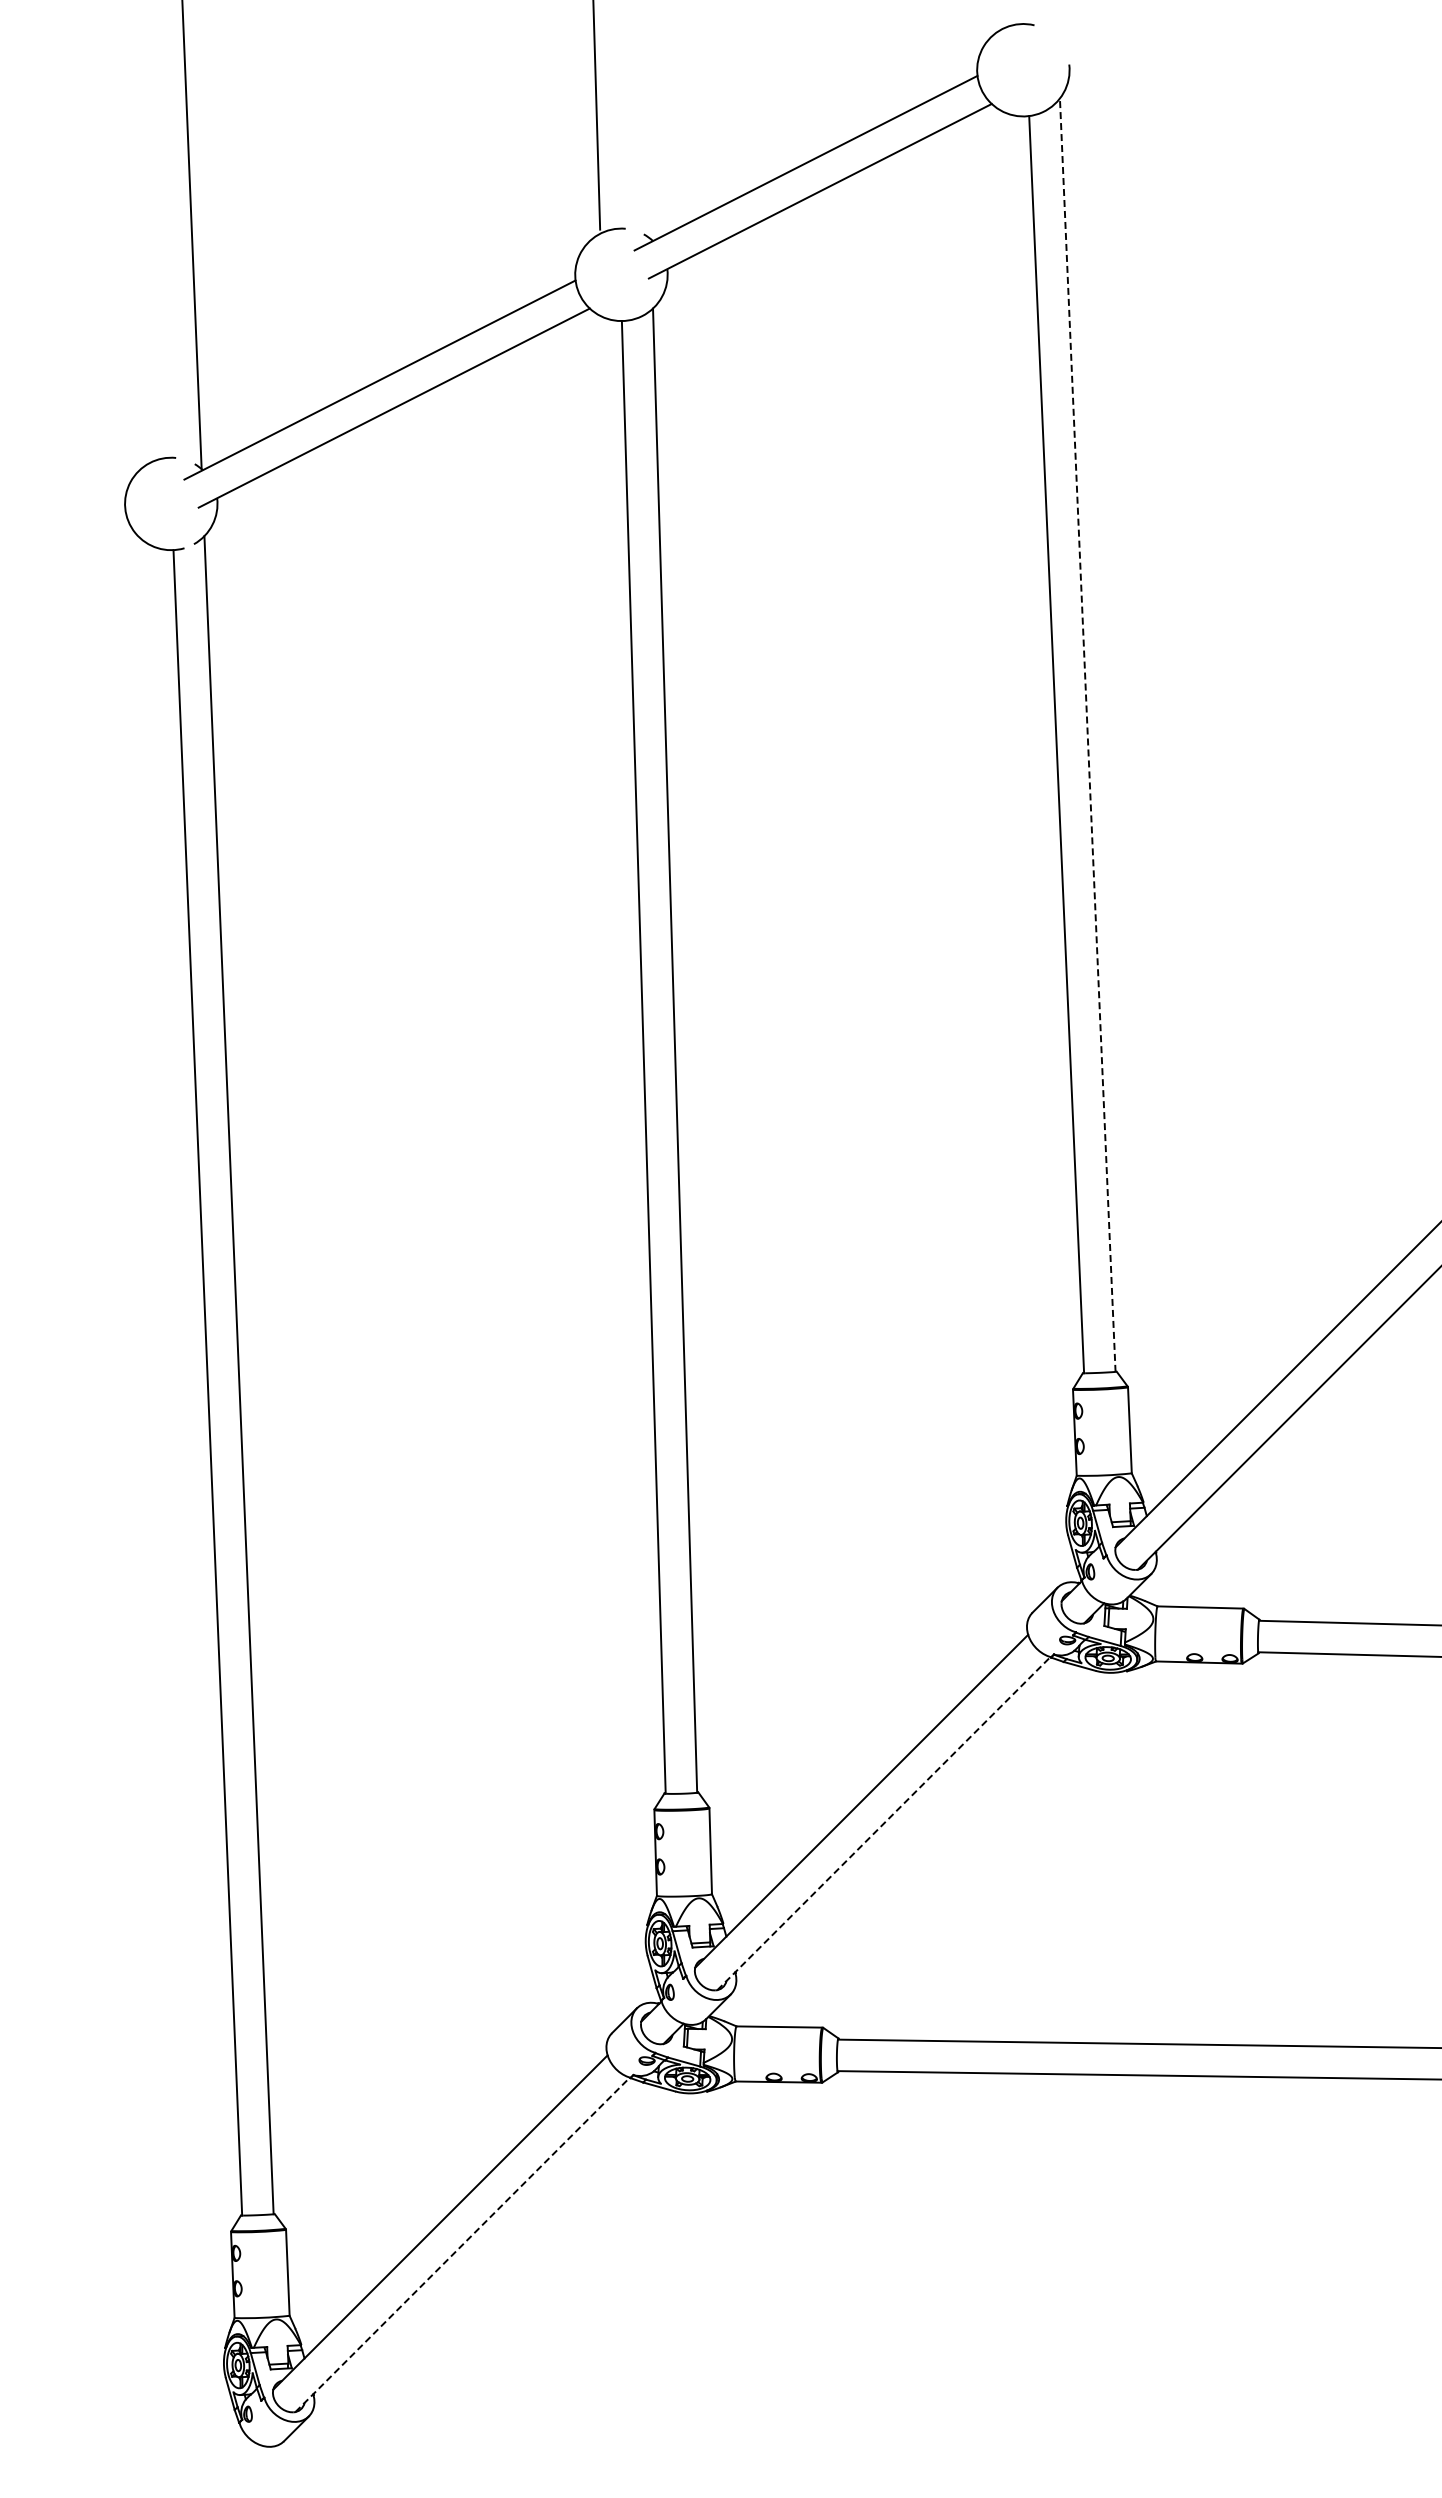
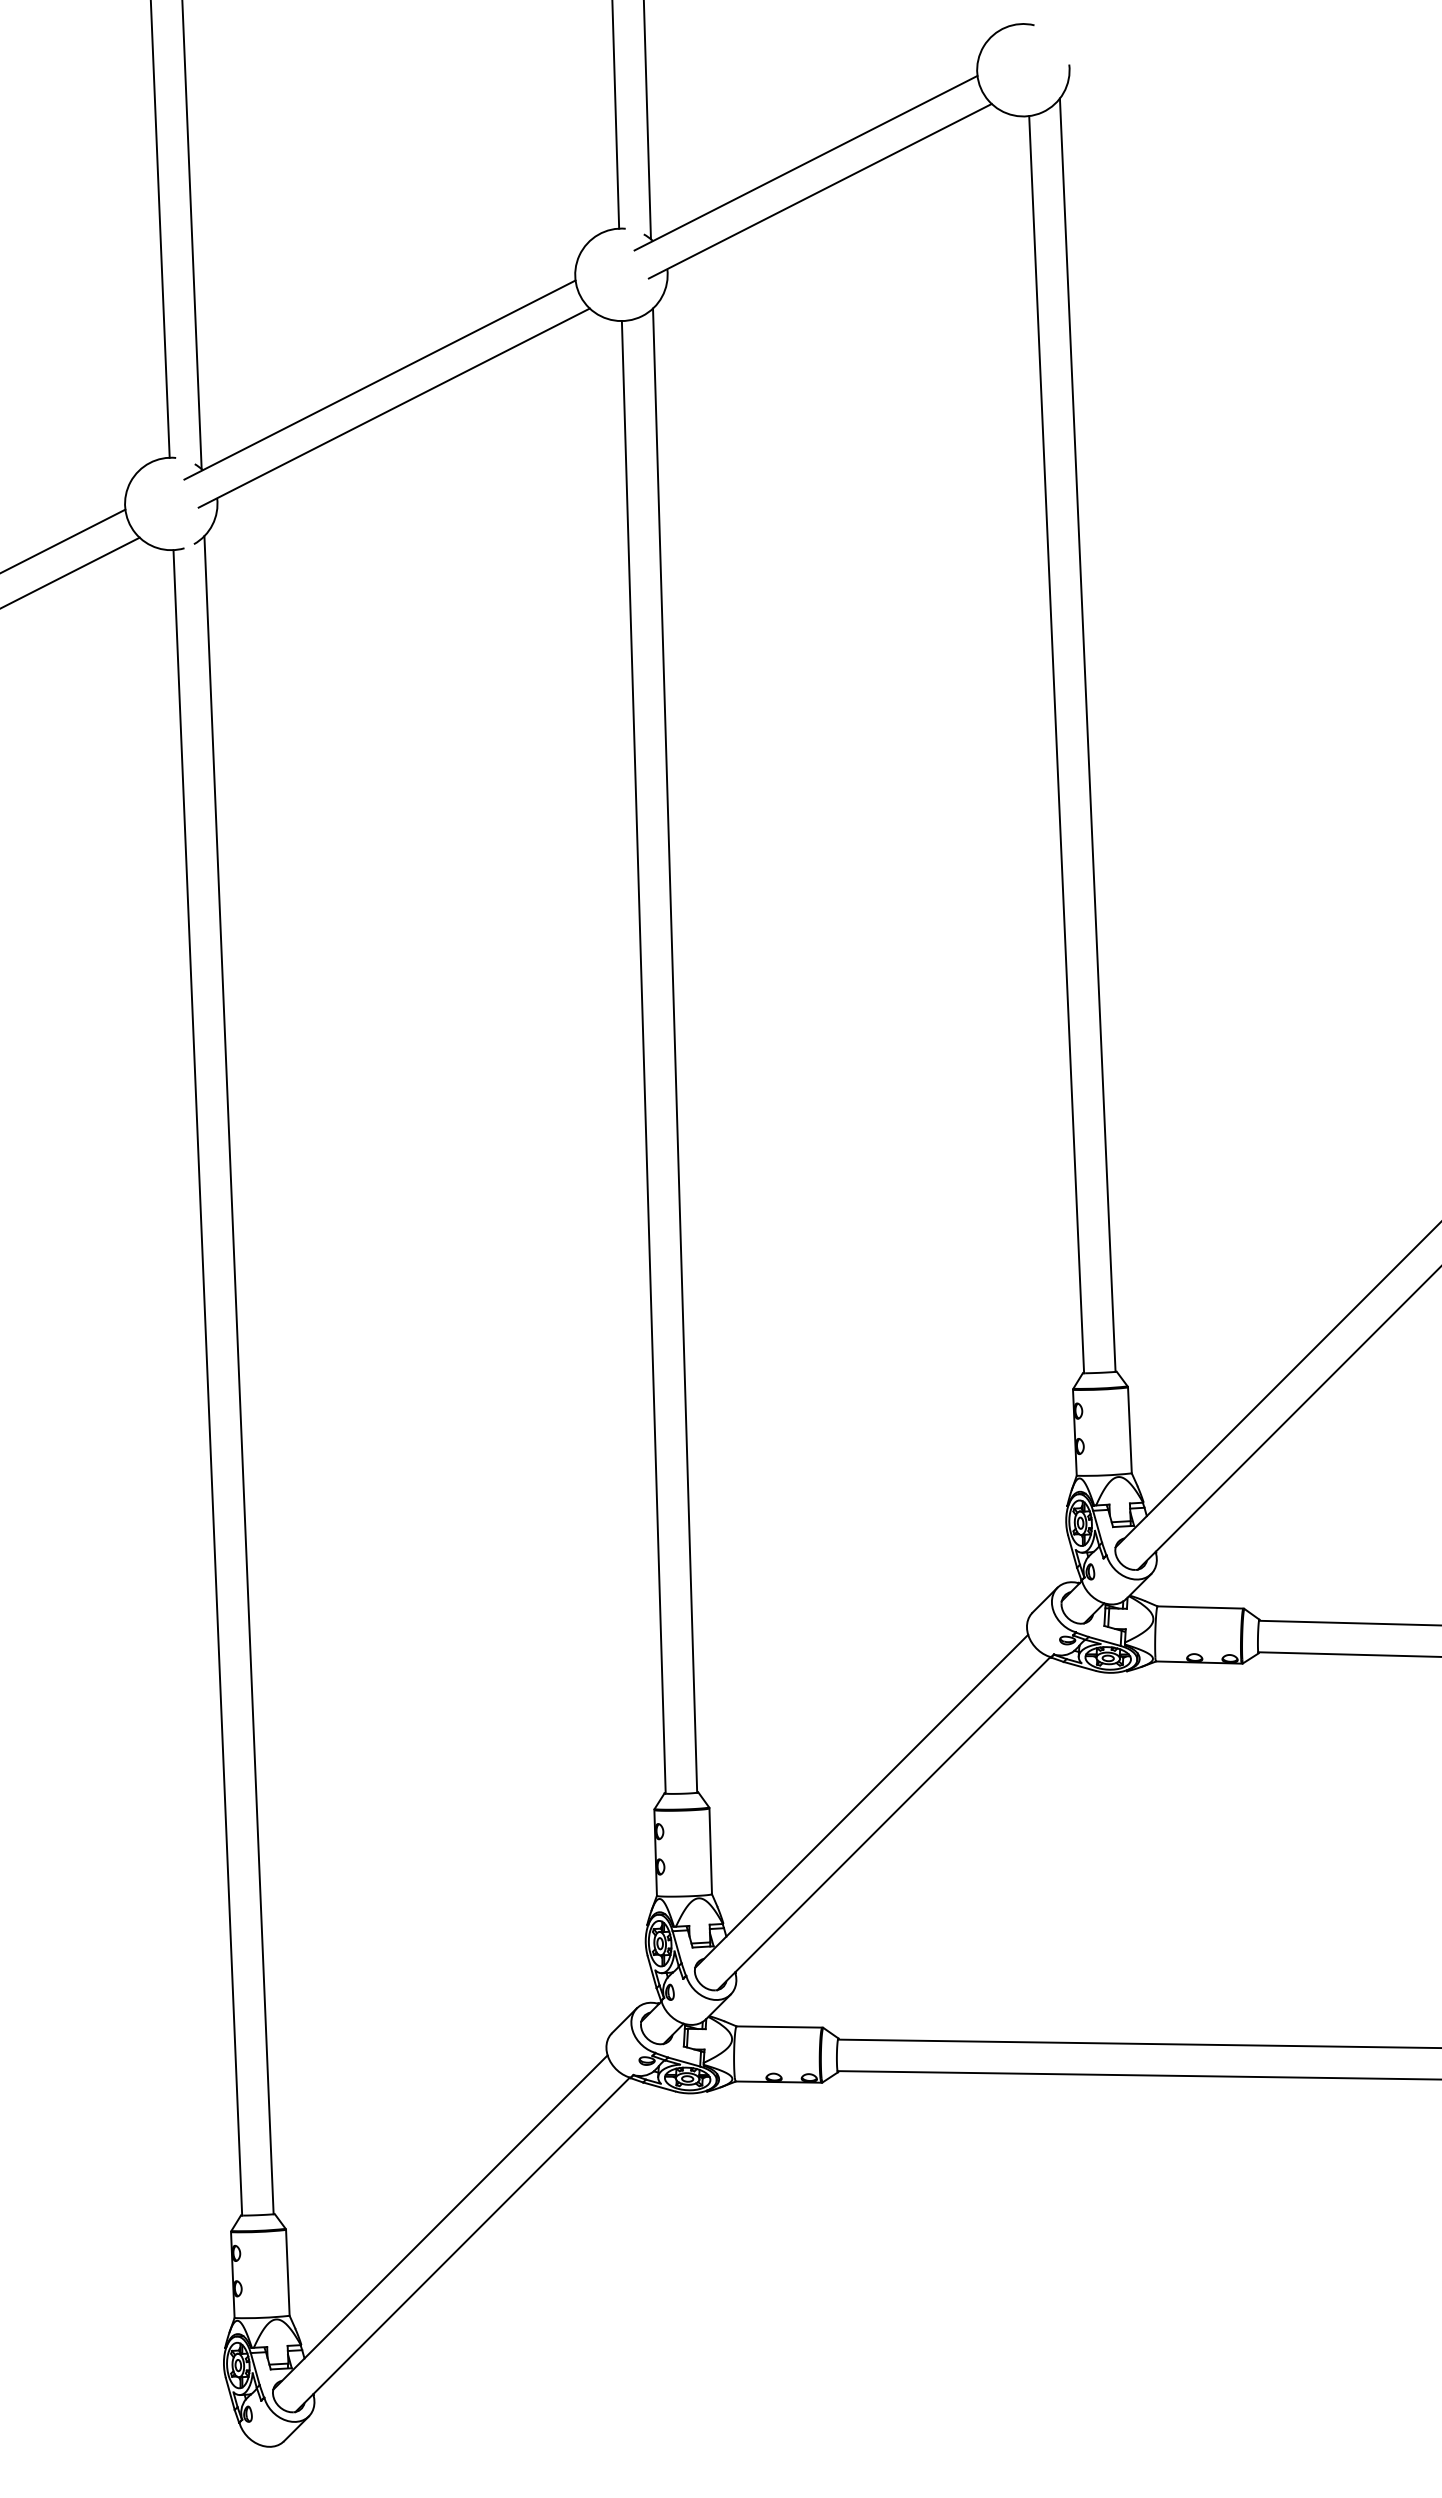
line at (596, 115) position: (596, 115) -> (615, 115)
line at (646, 120): none -> present
line at (159, 229): none -> present
line at (63, 540): none -> present
line at (70, 572): none -> present
line at (1087, 734): dashed -> solid
line at (884, 1823): dashed -> solid
line at (463, 2244): dashed -> solid
